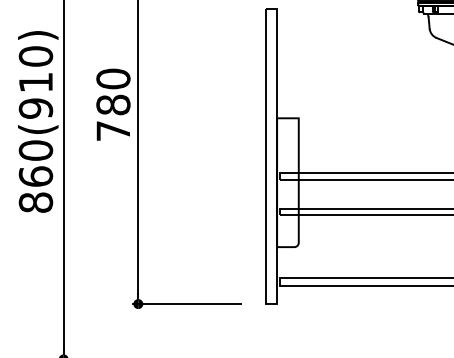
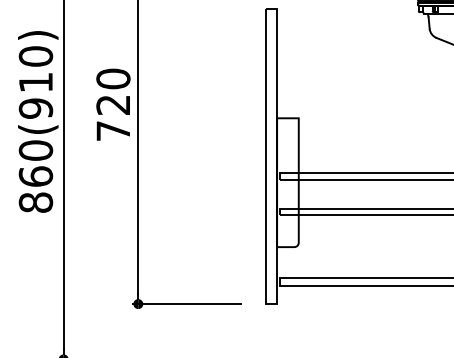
text at (113, 104): 780 -> 720
